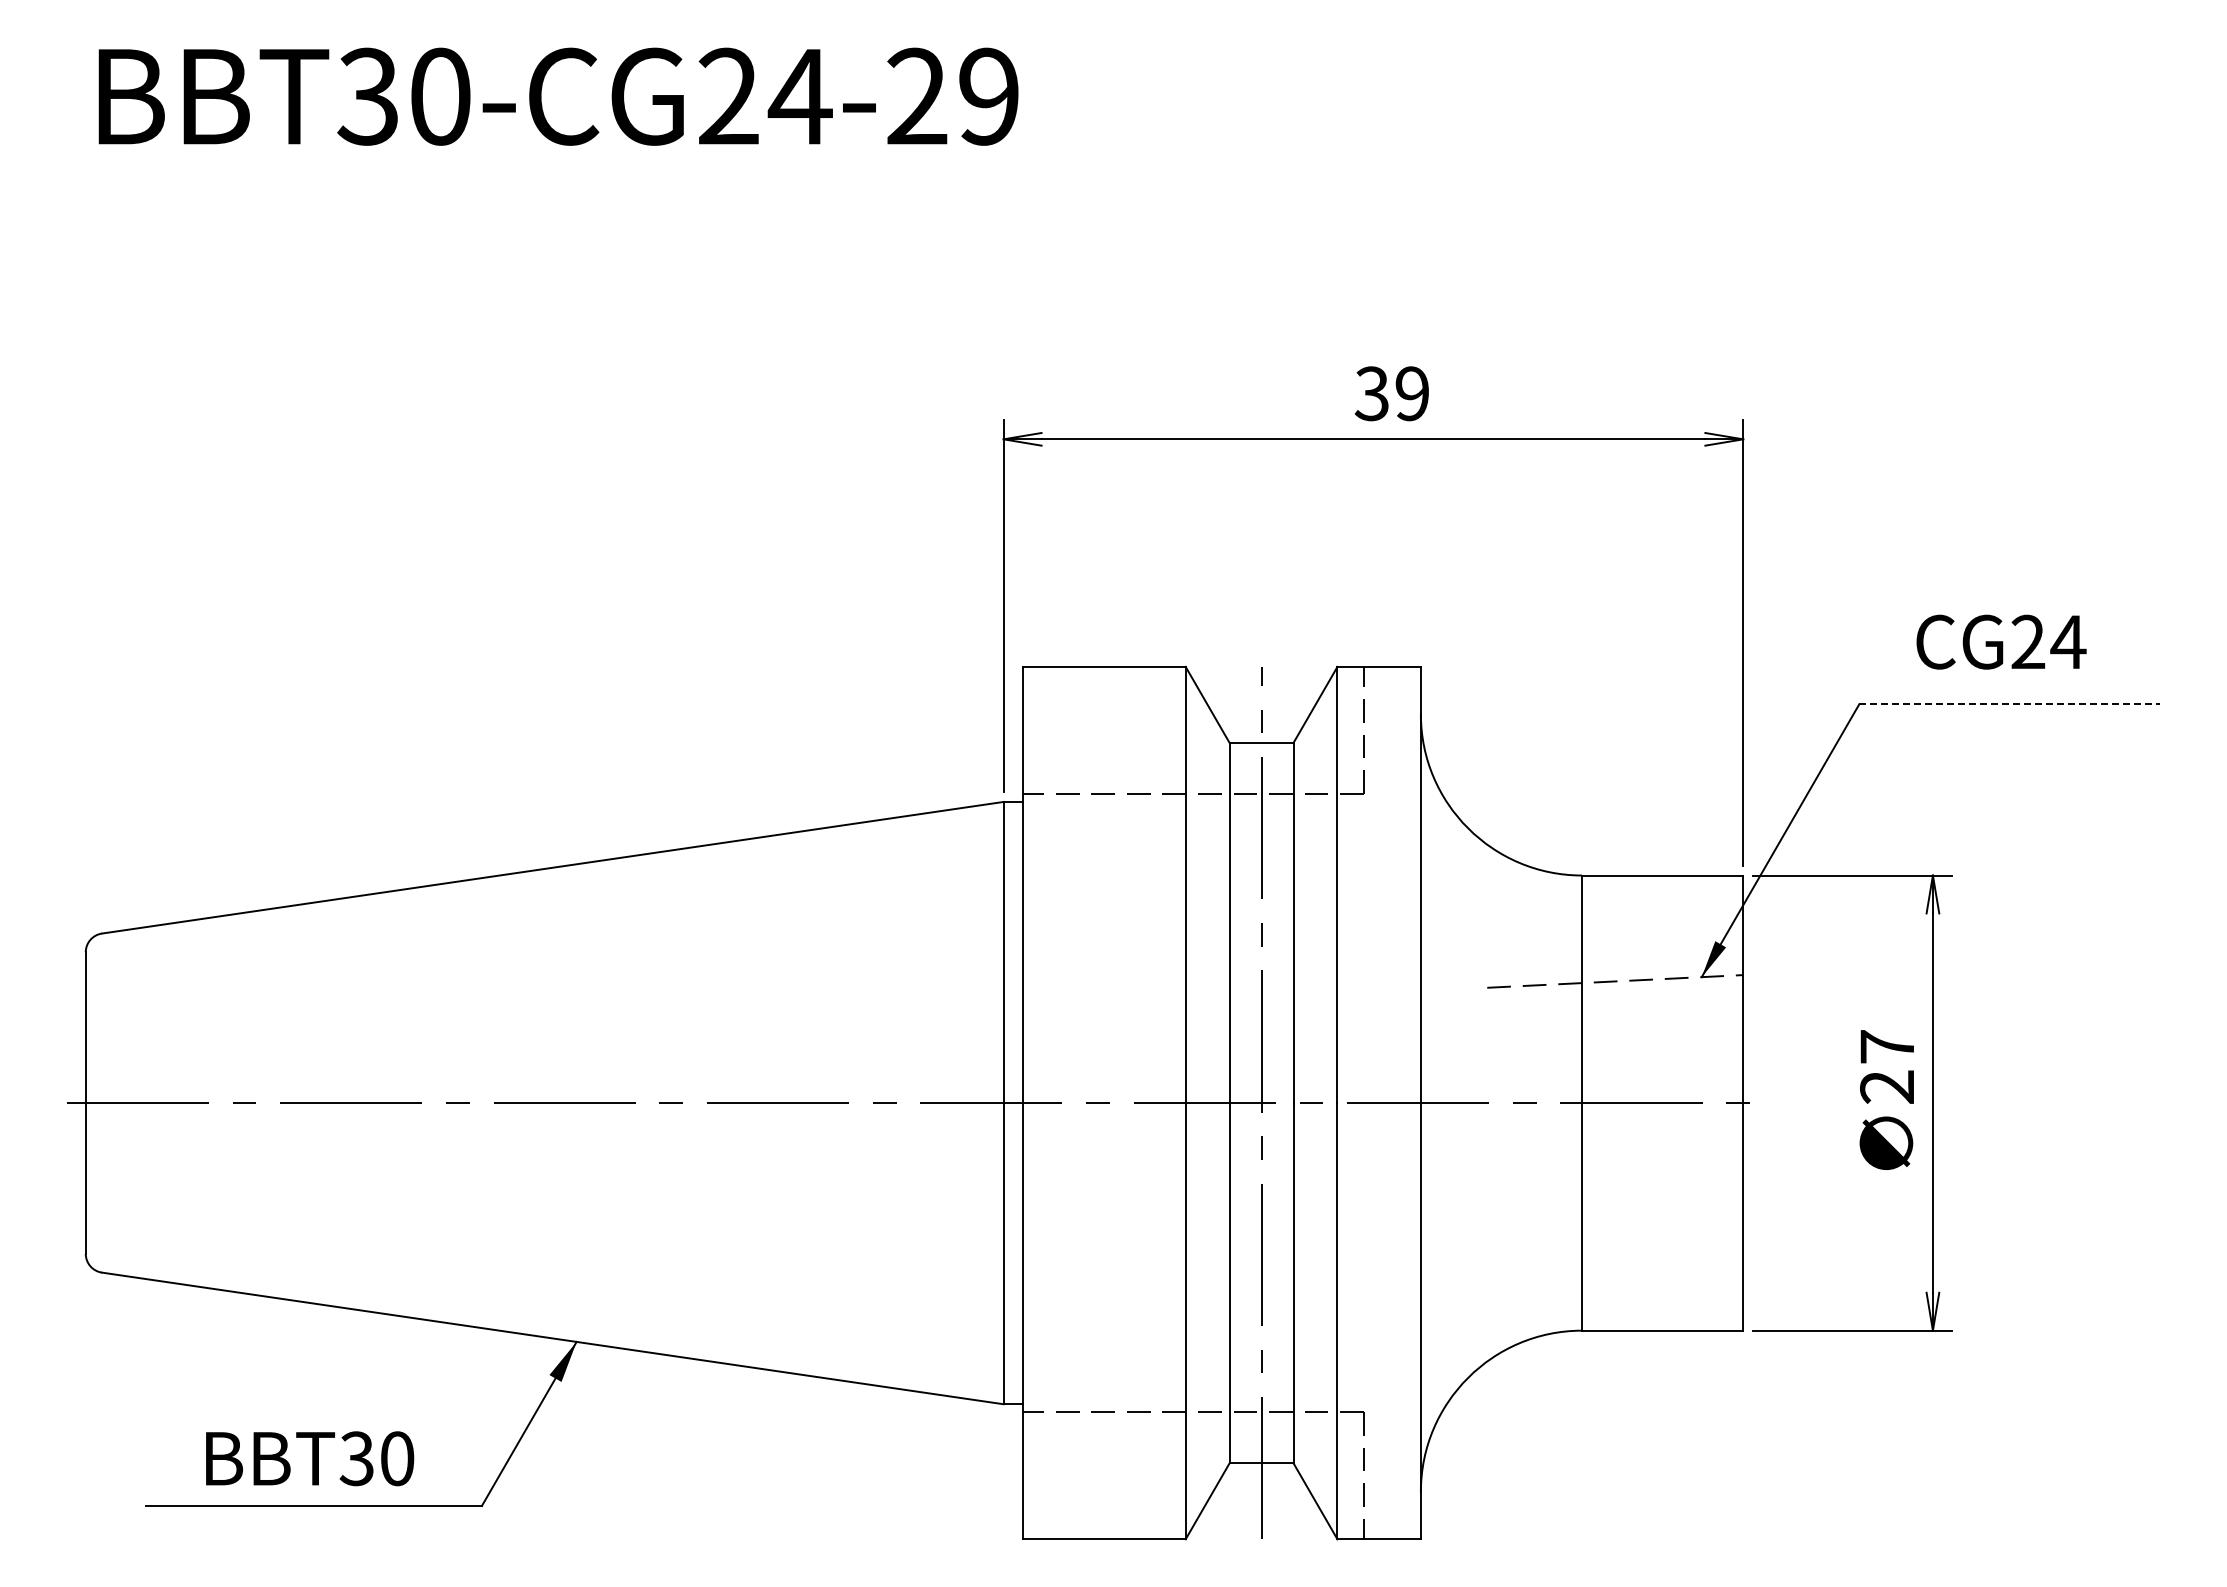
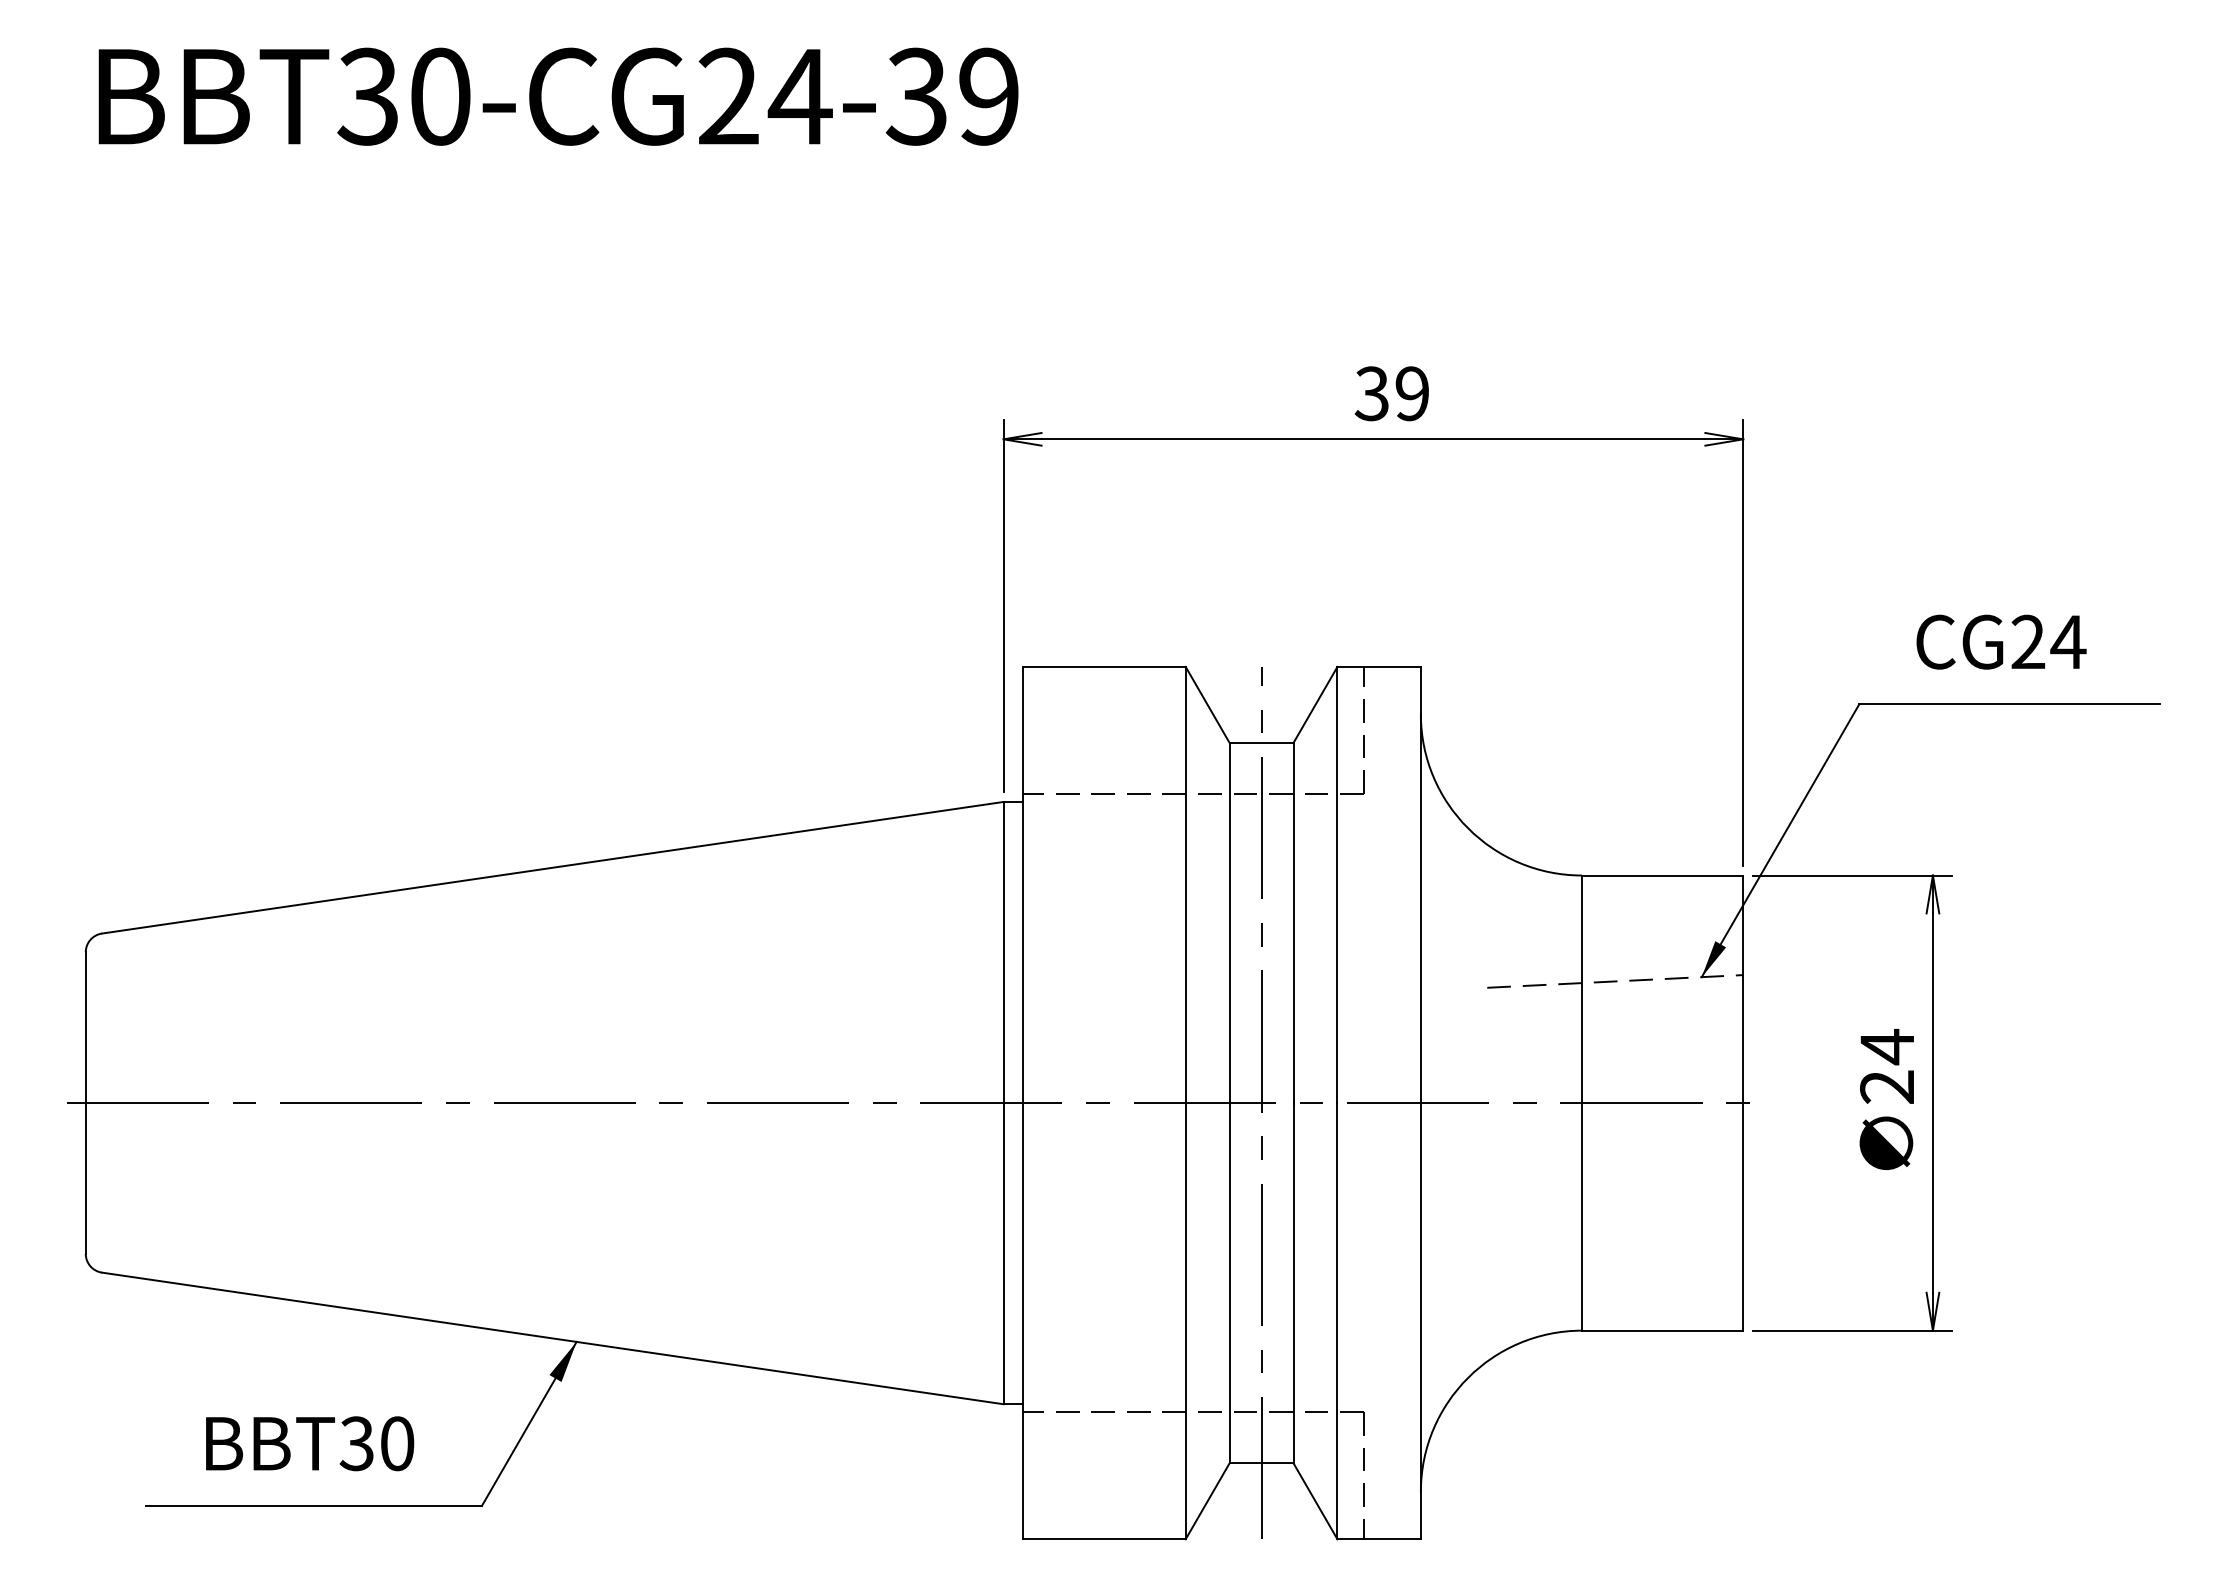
text at (916, 96): BBT30-CG24-29 -> BBT30-CG24-39
line at (2010, 704): dashed -> solid
text at (1886, 1047): 27 -> 24
text at (310, 1458) position: (310, 1458) -> (310, 1443)
